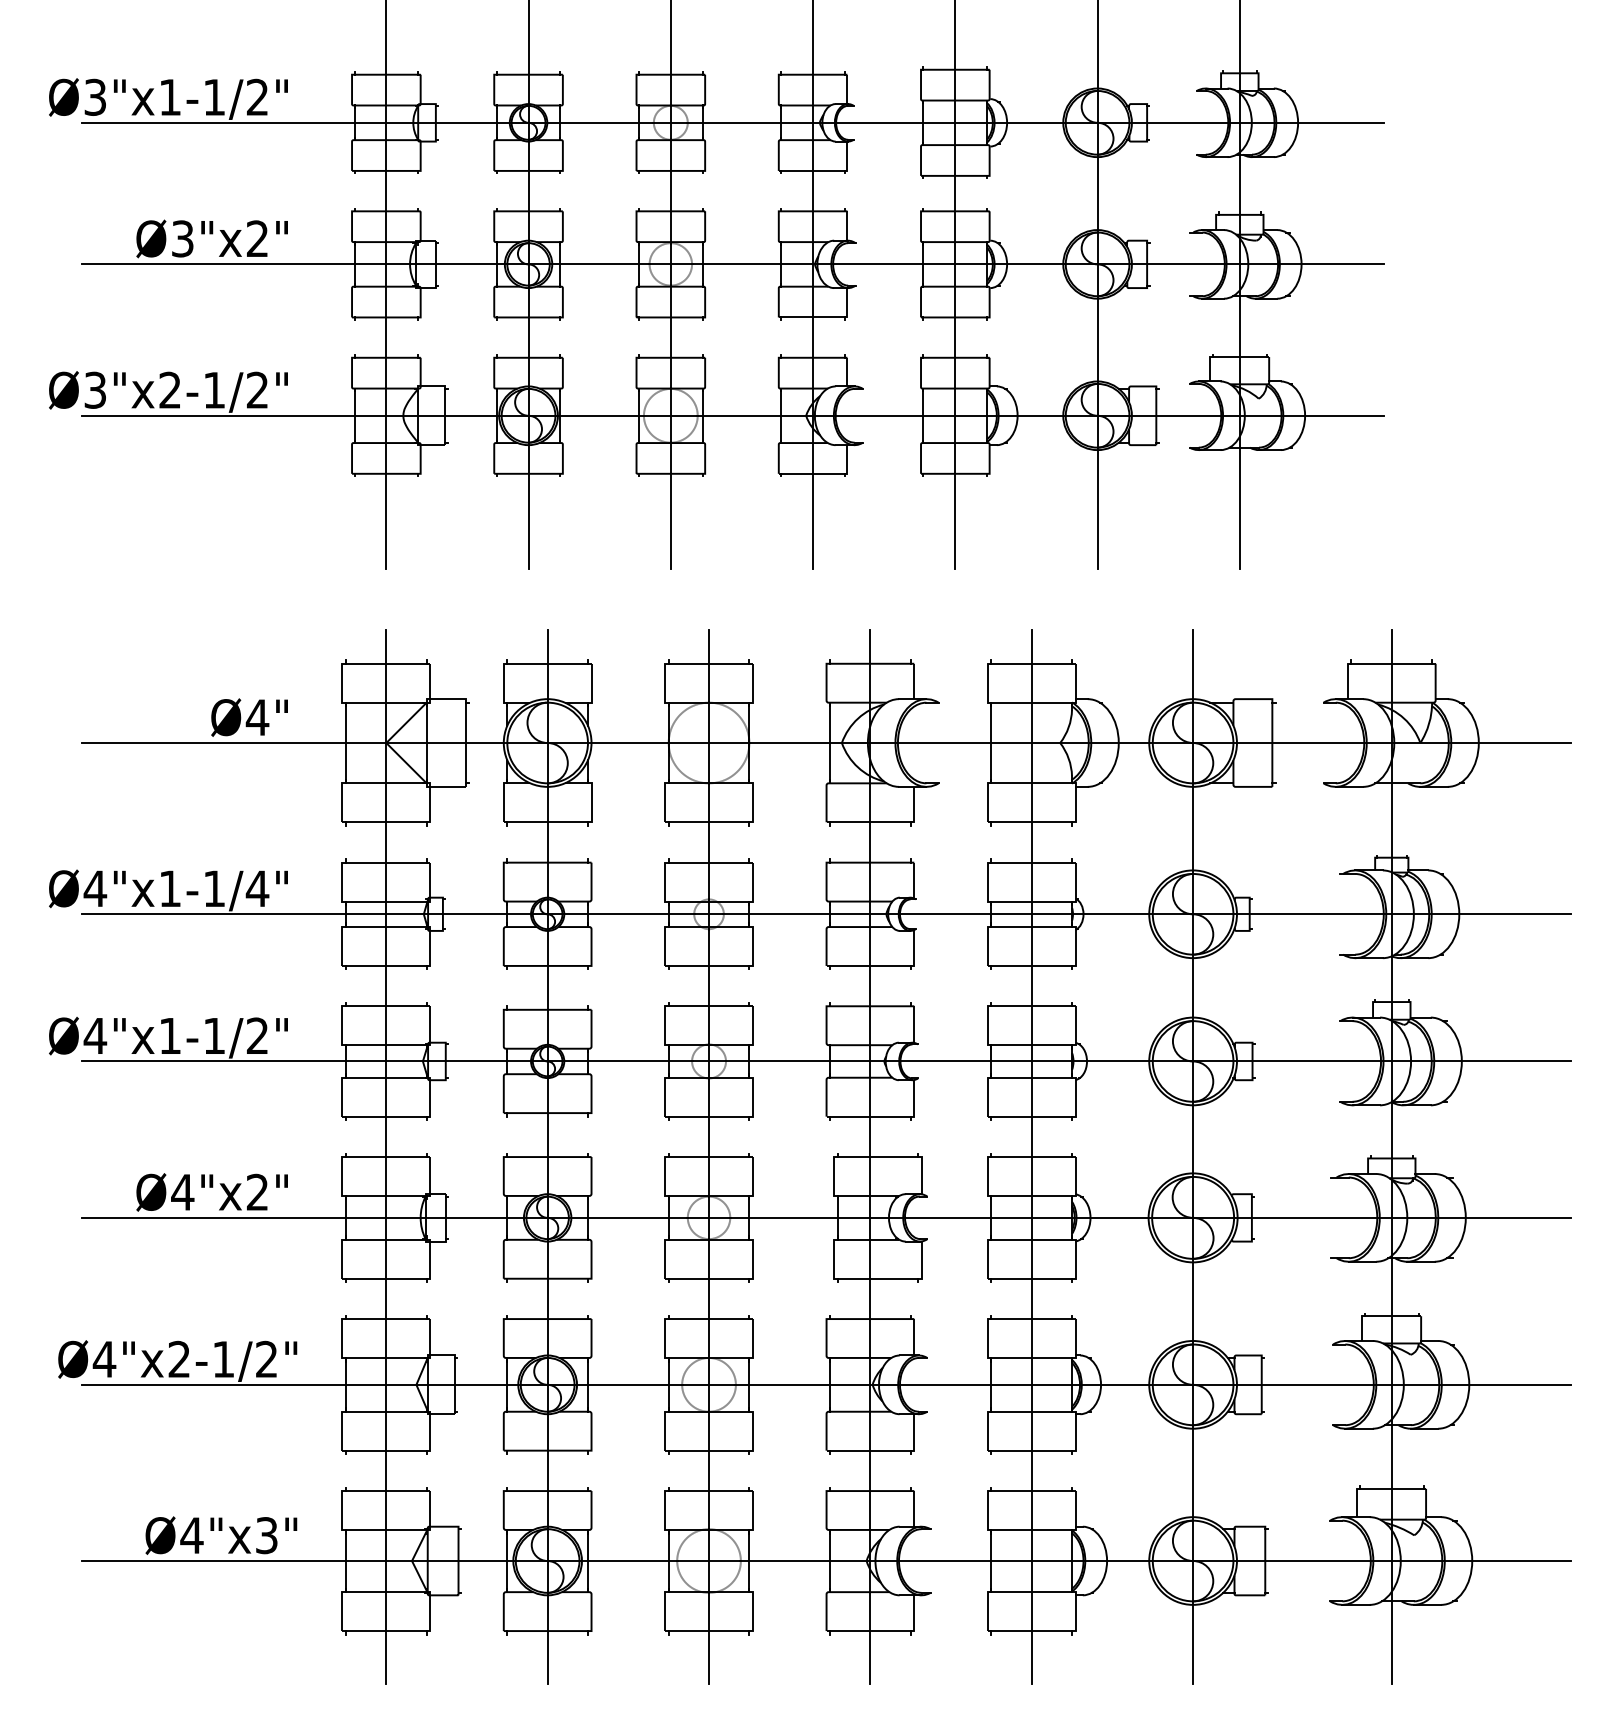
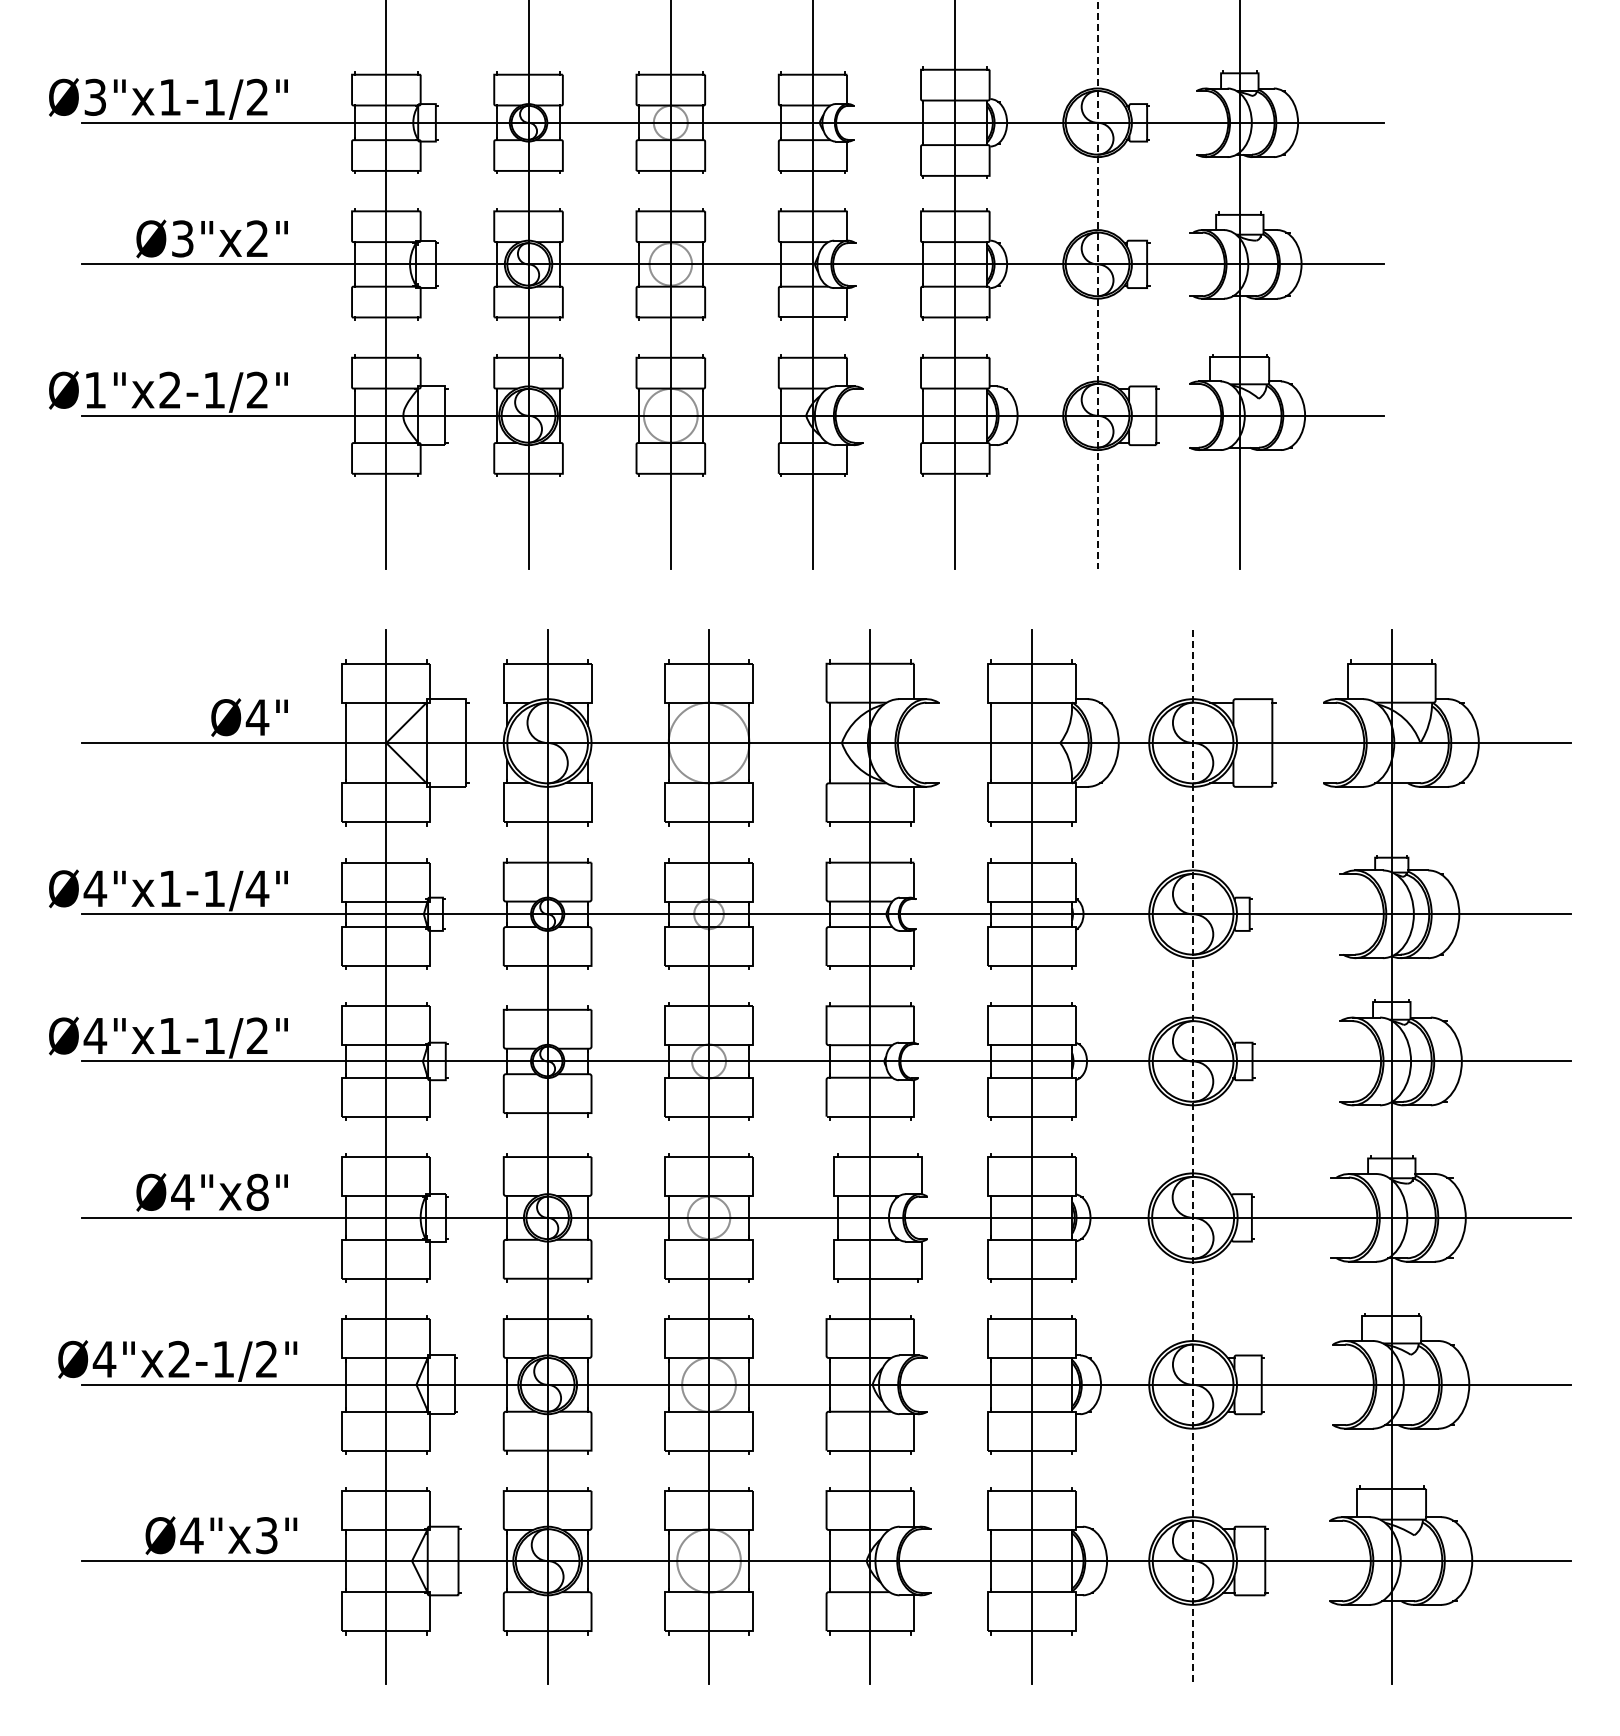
line at (1097, 285): solid -> dashed
text at (94, 389): Ø3"x2-1/2" -> Ø1"x2-1/2"
line at (1193, 1157): solid -> dashed
text at (257, 1191): Ø4"x2" -> Ø4"x8"
